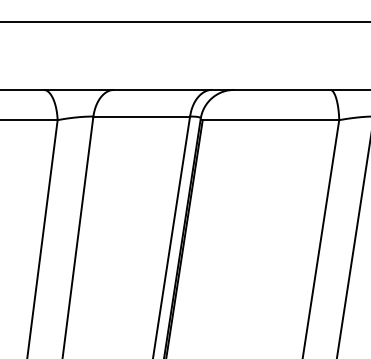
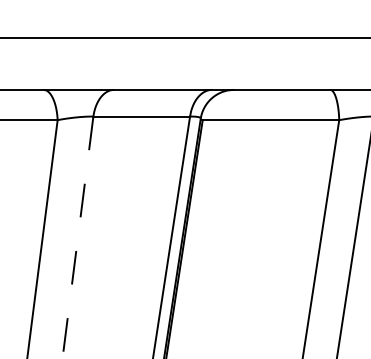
line at (184, 22) position: (184, 22) -> (184, 38)
line at (77, 237): solid -> dashed
